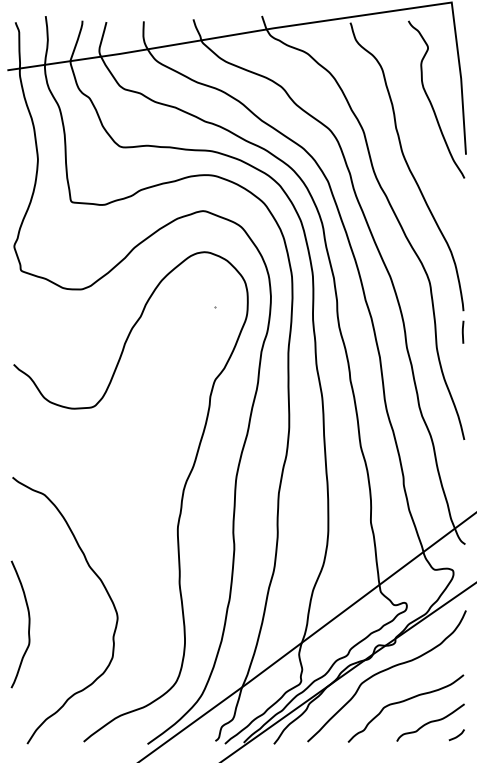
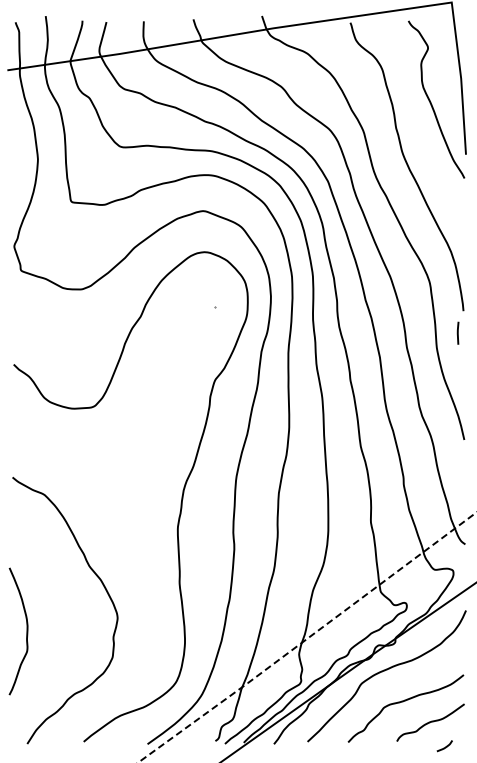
line at (462, 331) position: (462, 331) -> (457, 332)
curve at (28, 624) position: (28, 624) -> (26, 631)
line at (307, 638): solid -> dashed
curve at (457, 735) position: (457, 735) -> (445, 746)
